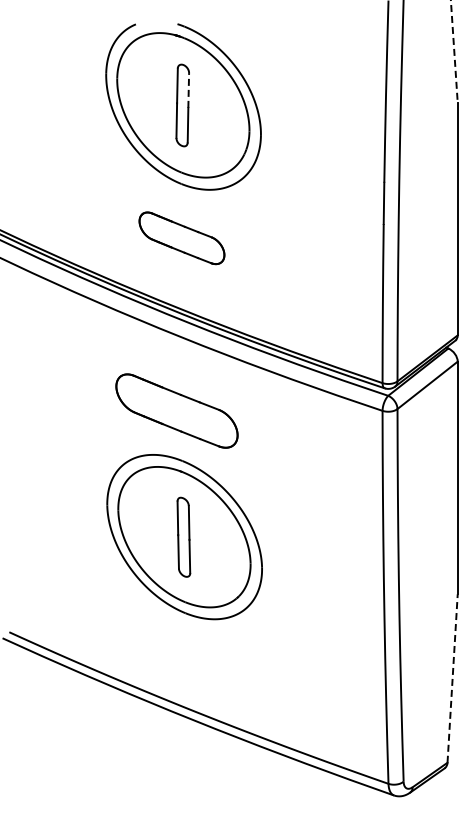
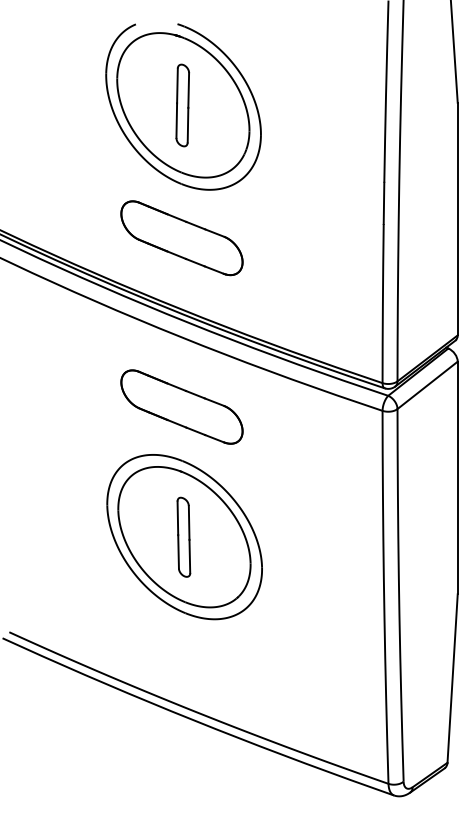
line at (454, 51): dashed -> solid
line at (188, 89): dashed -> solid
part at (181, 238) size: 88x55 px -> 124x77 px
part at (176, 410) position: (176, 410) -> (181, 406)
line at (452, 678): dashed -> solid
